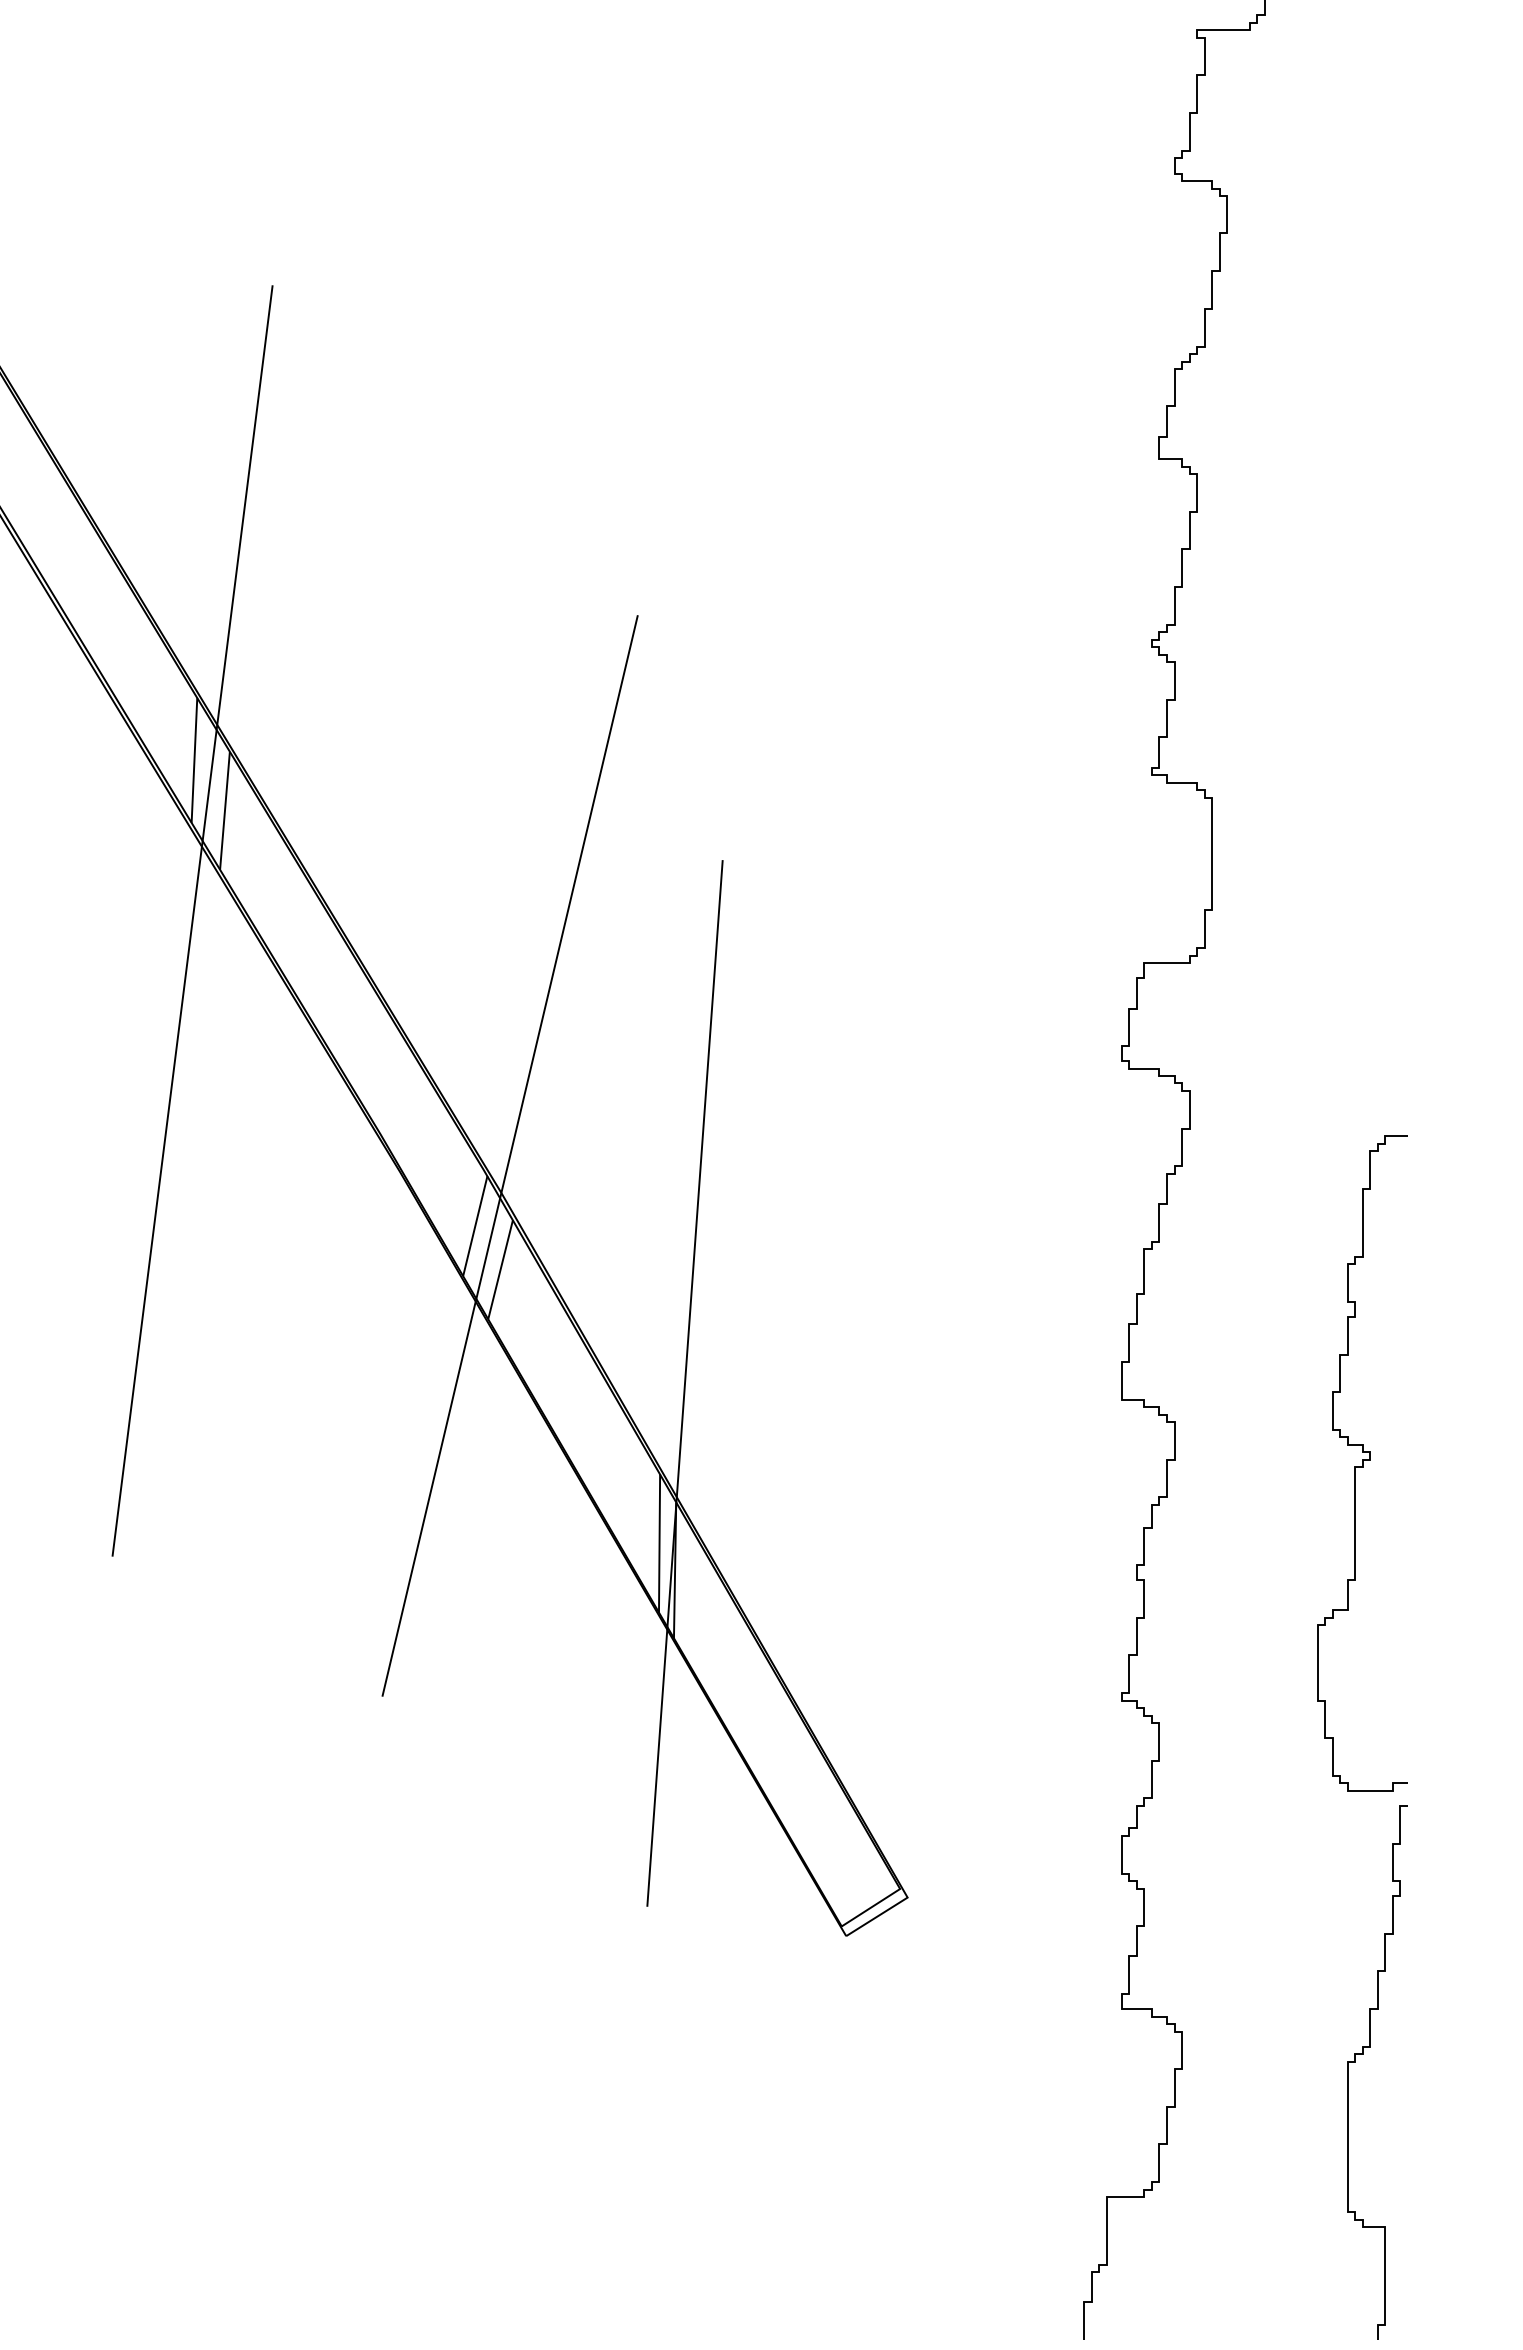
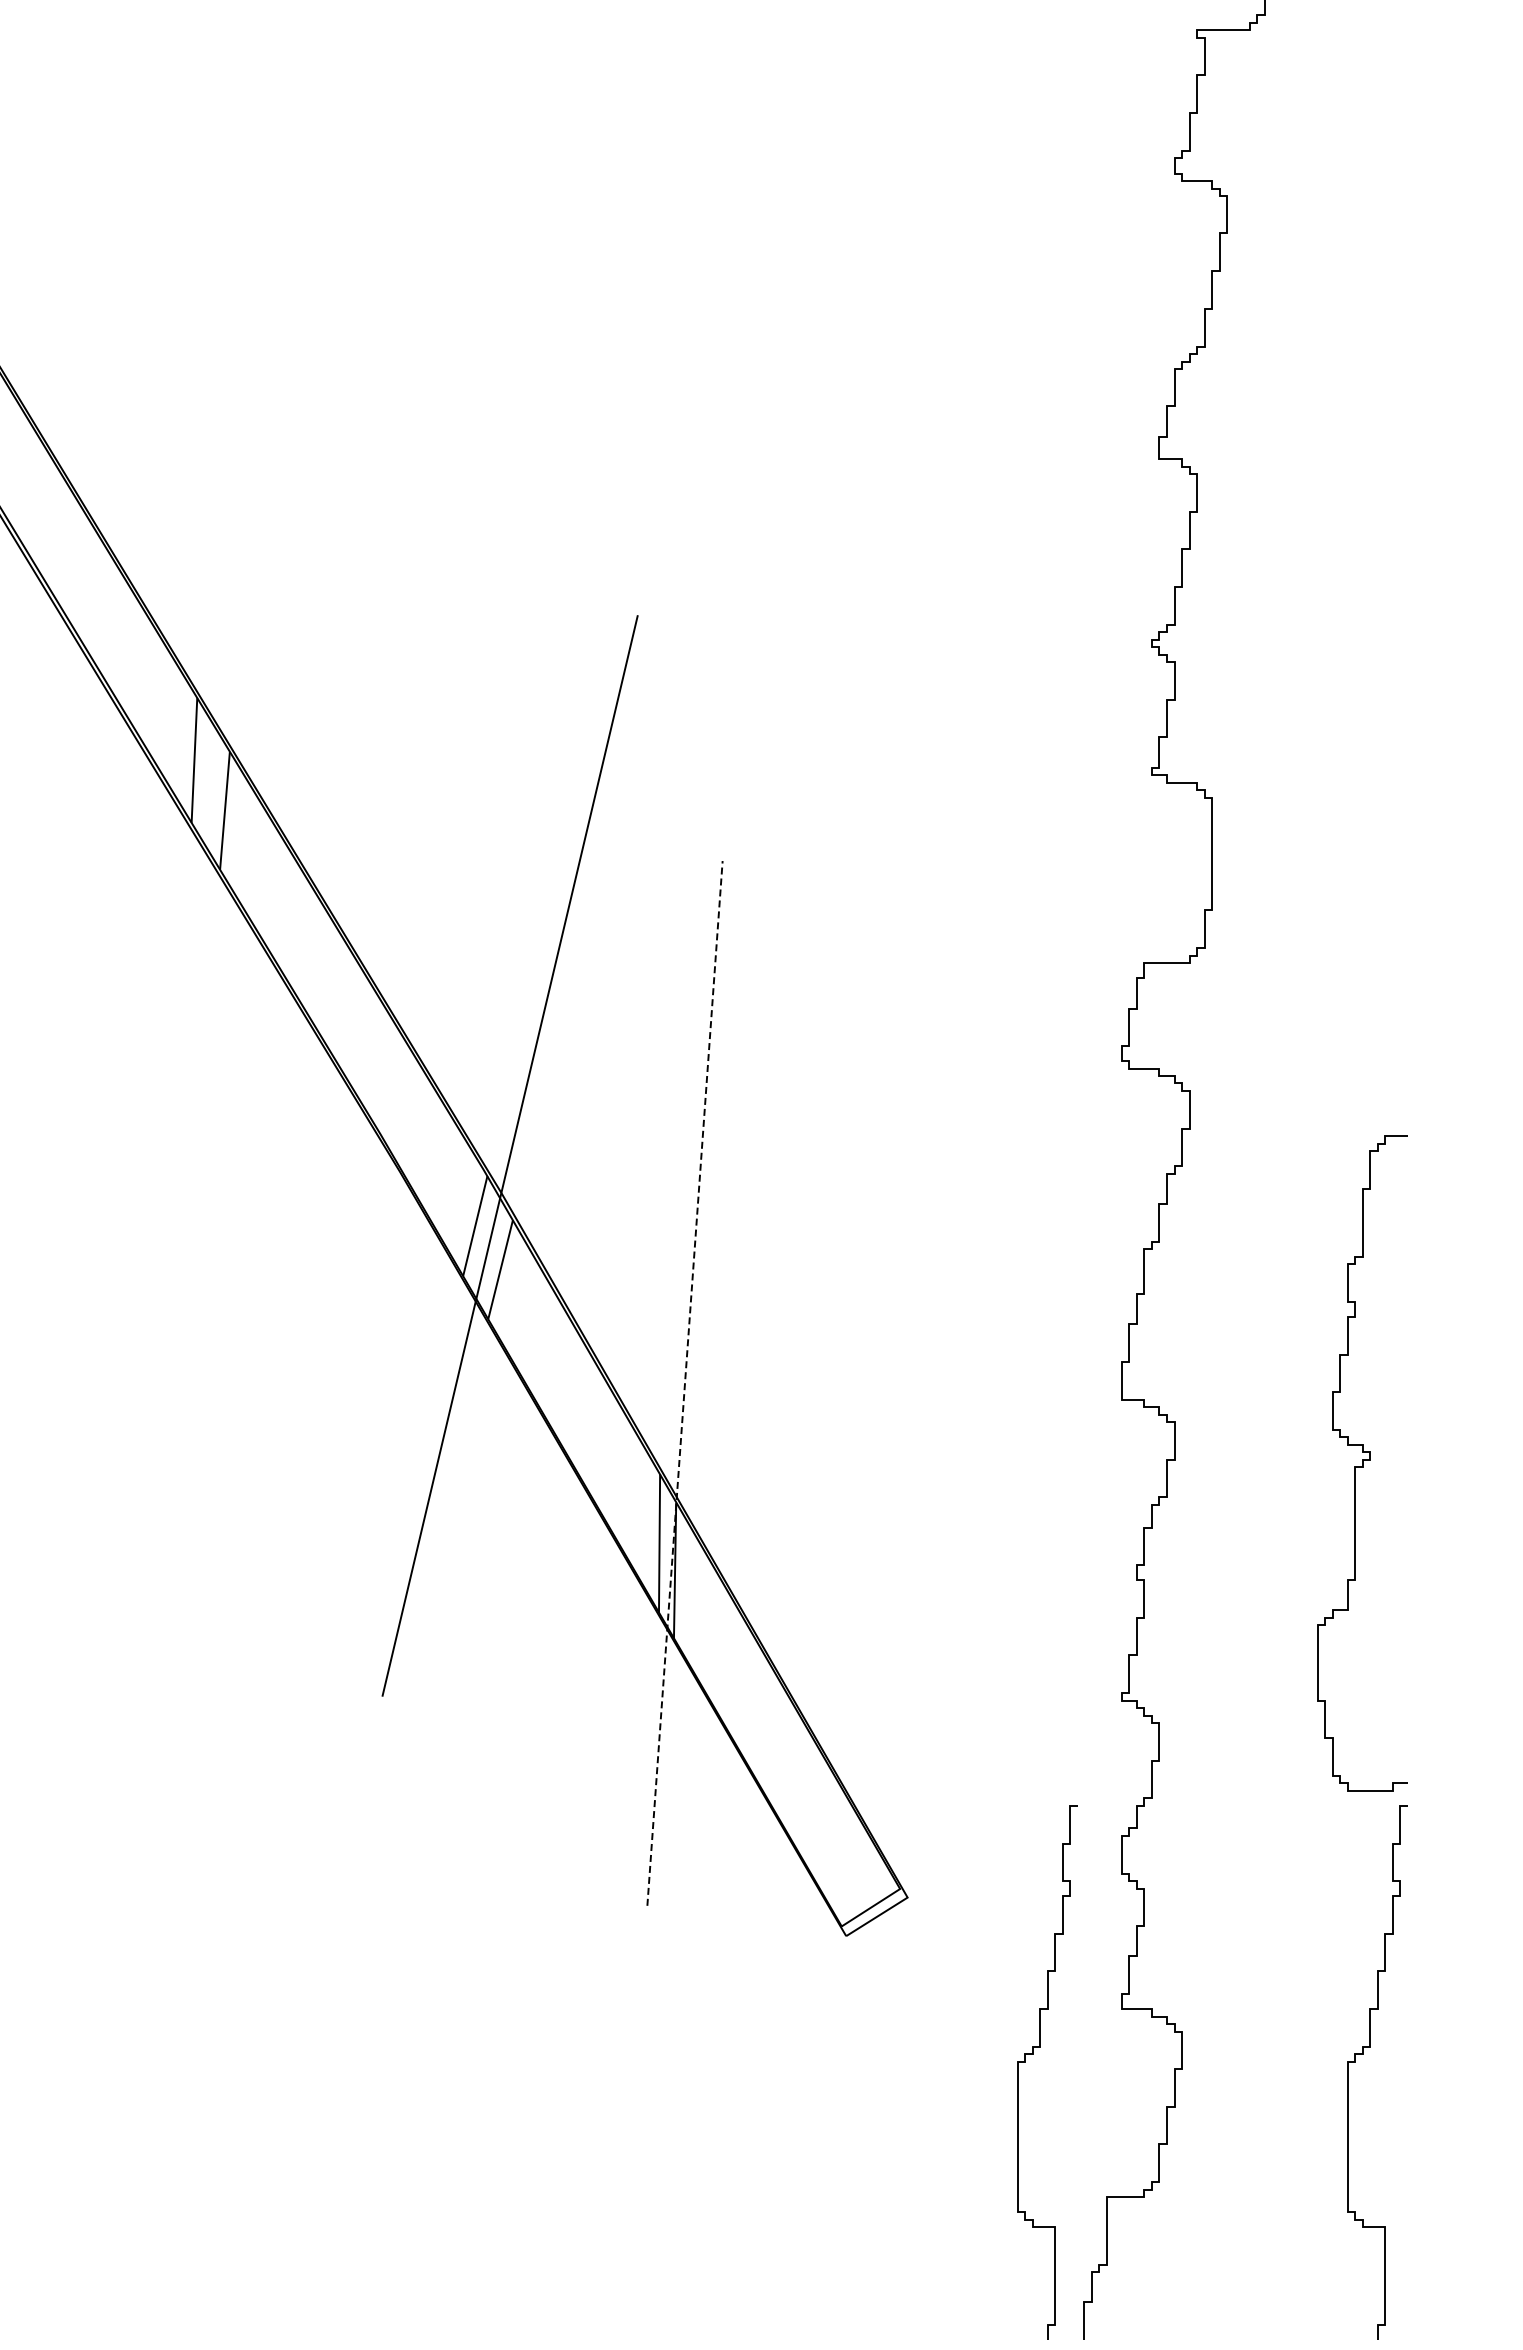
line at (192, 920): present -> none
line at (685, 1383): solid -> dashed
curve at (1033, 2054): none -> present
